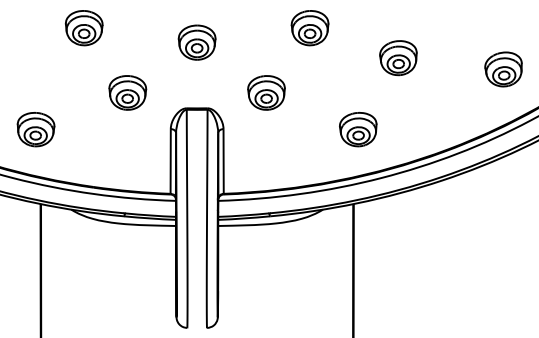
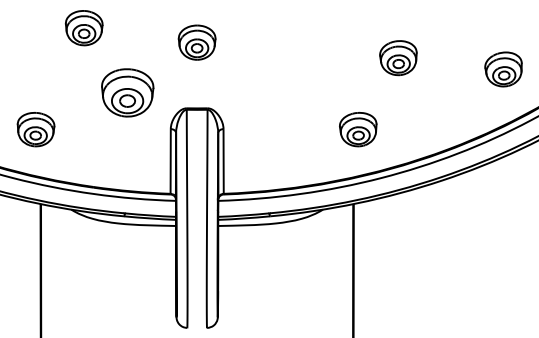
part at (309, 28): present -> none
part at (127, 92) size: 40x36 px -> 54x50 px
part at (266, 92): present -> none
